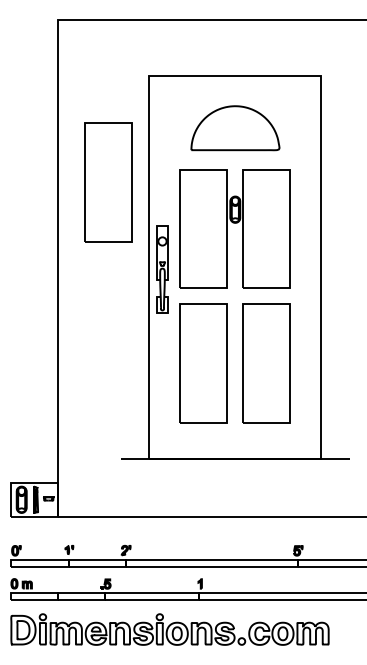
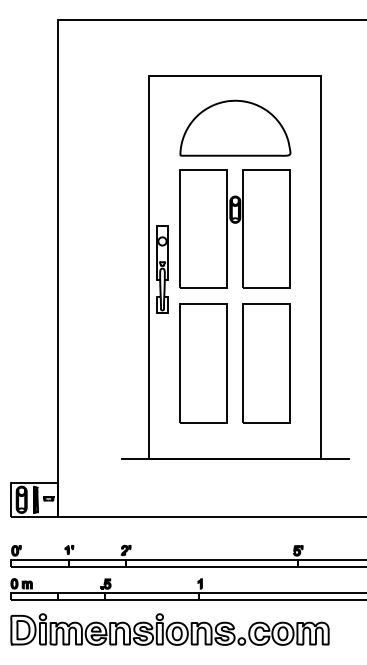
part at (235, 128) size: 91x47 px -> 113x58 px
part at (108, 182): present -> none
